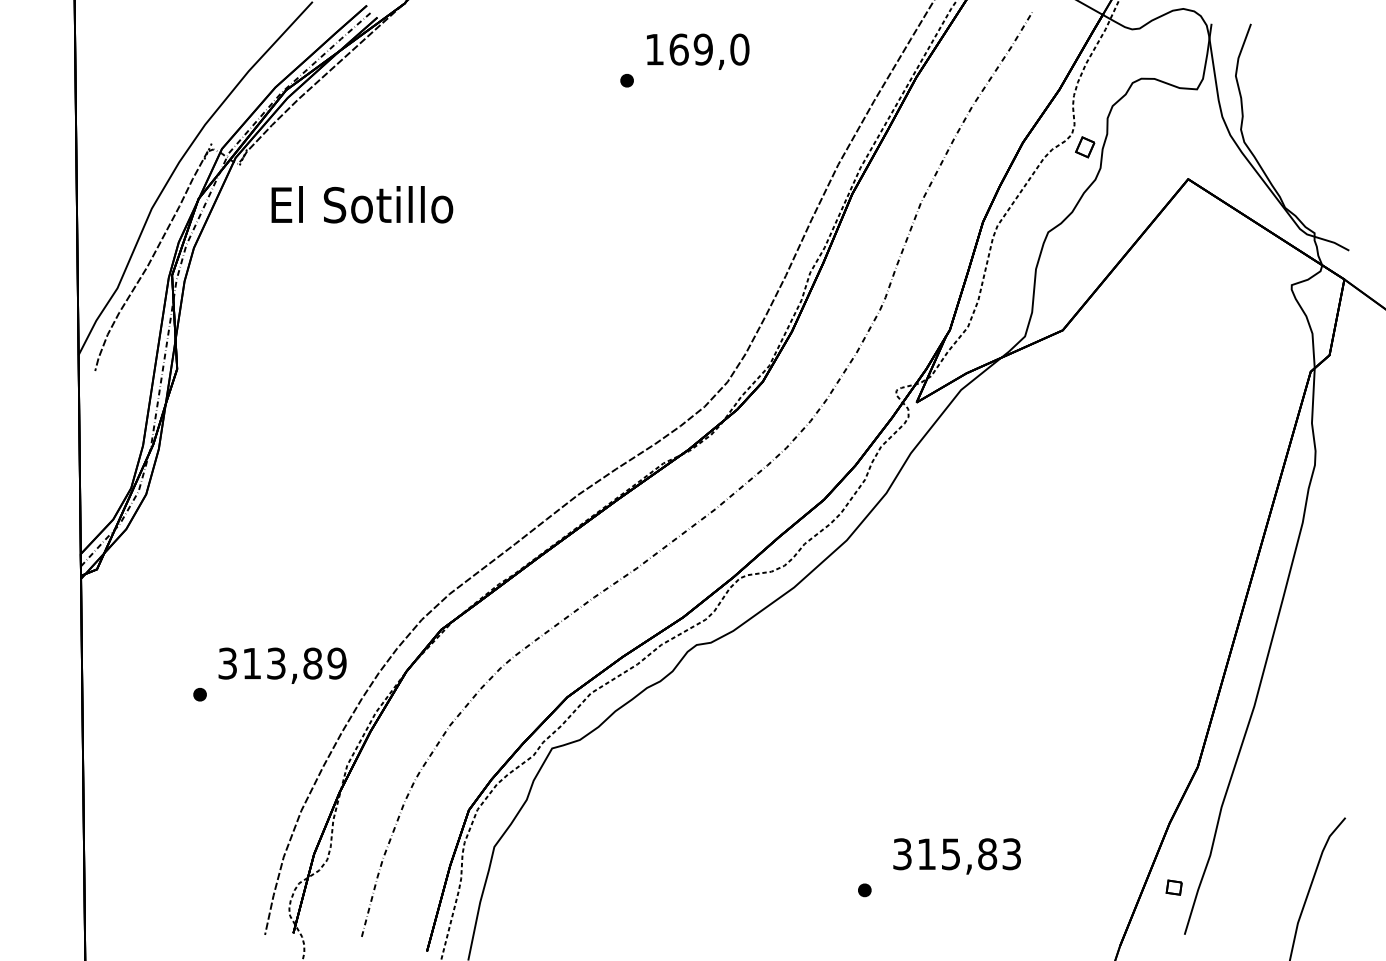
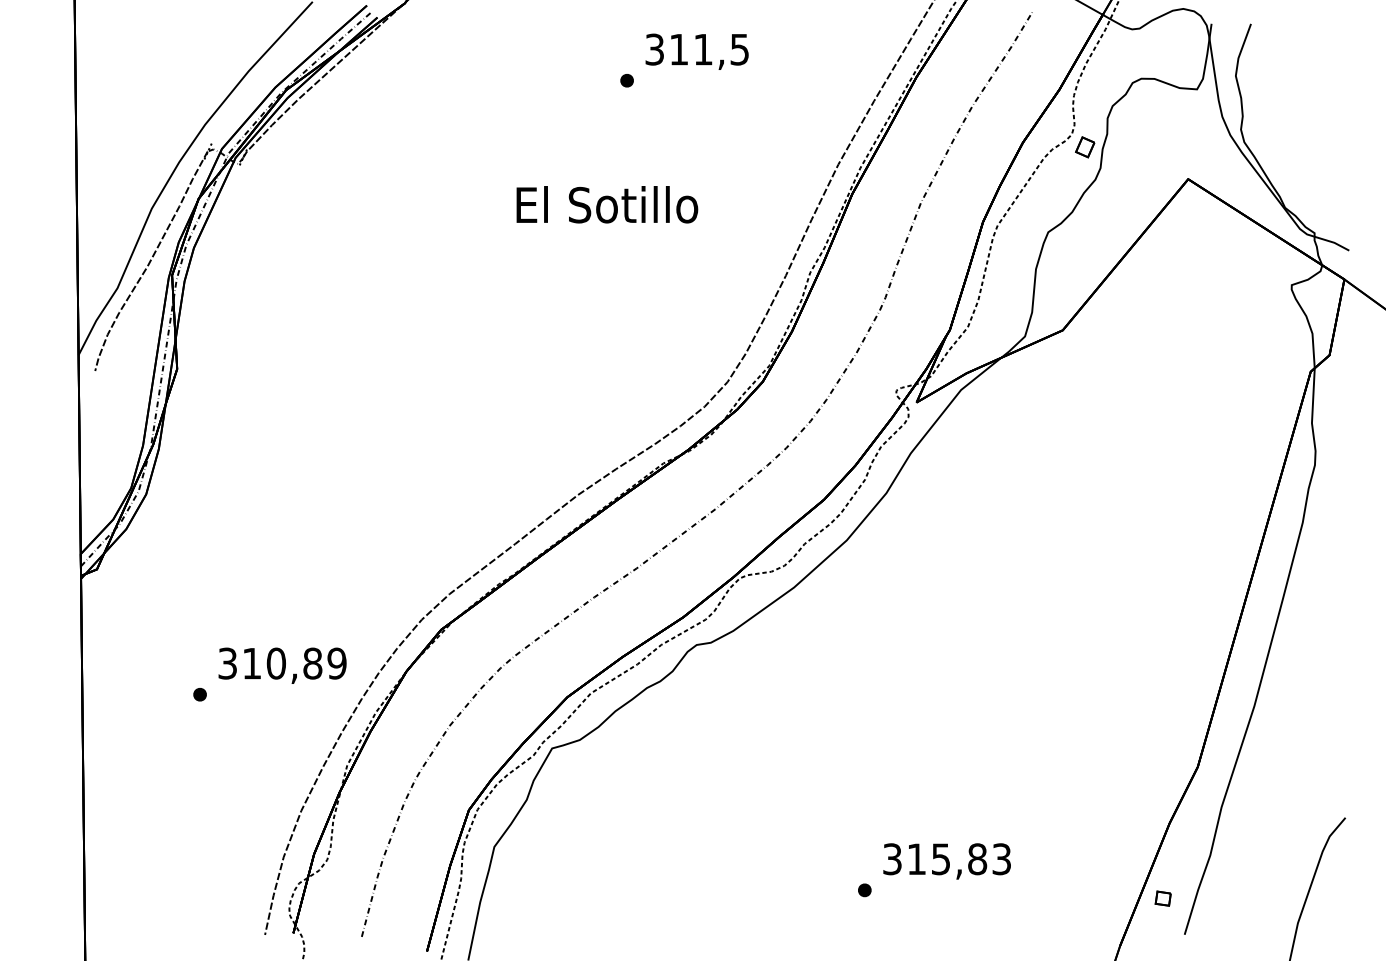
text at (697, 49): 169,0 -> 311,5
text at (362, 204) position: (362, 204) -> (607, 204)
text at (275, 663): 313,89 -> 310,89
text at (956, 856) position: (956, 856) -> (946, 861)
part at (1173, 887) position: (1173, 887) -> (1162, 898)
